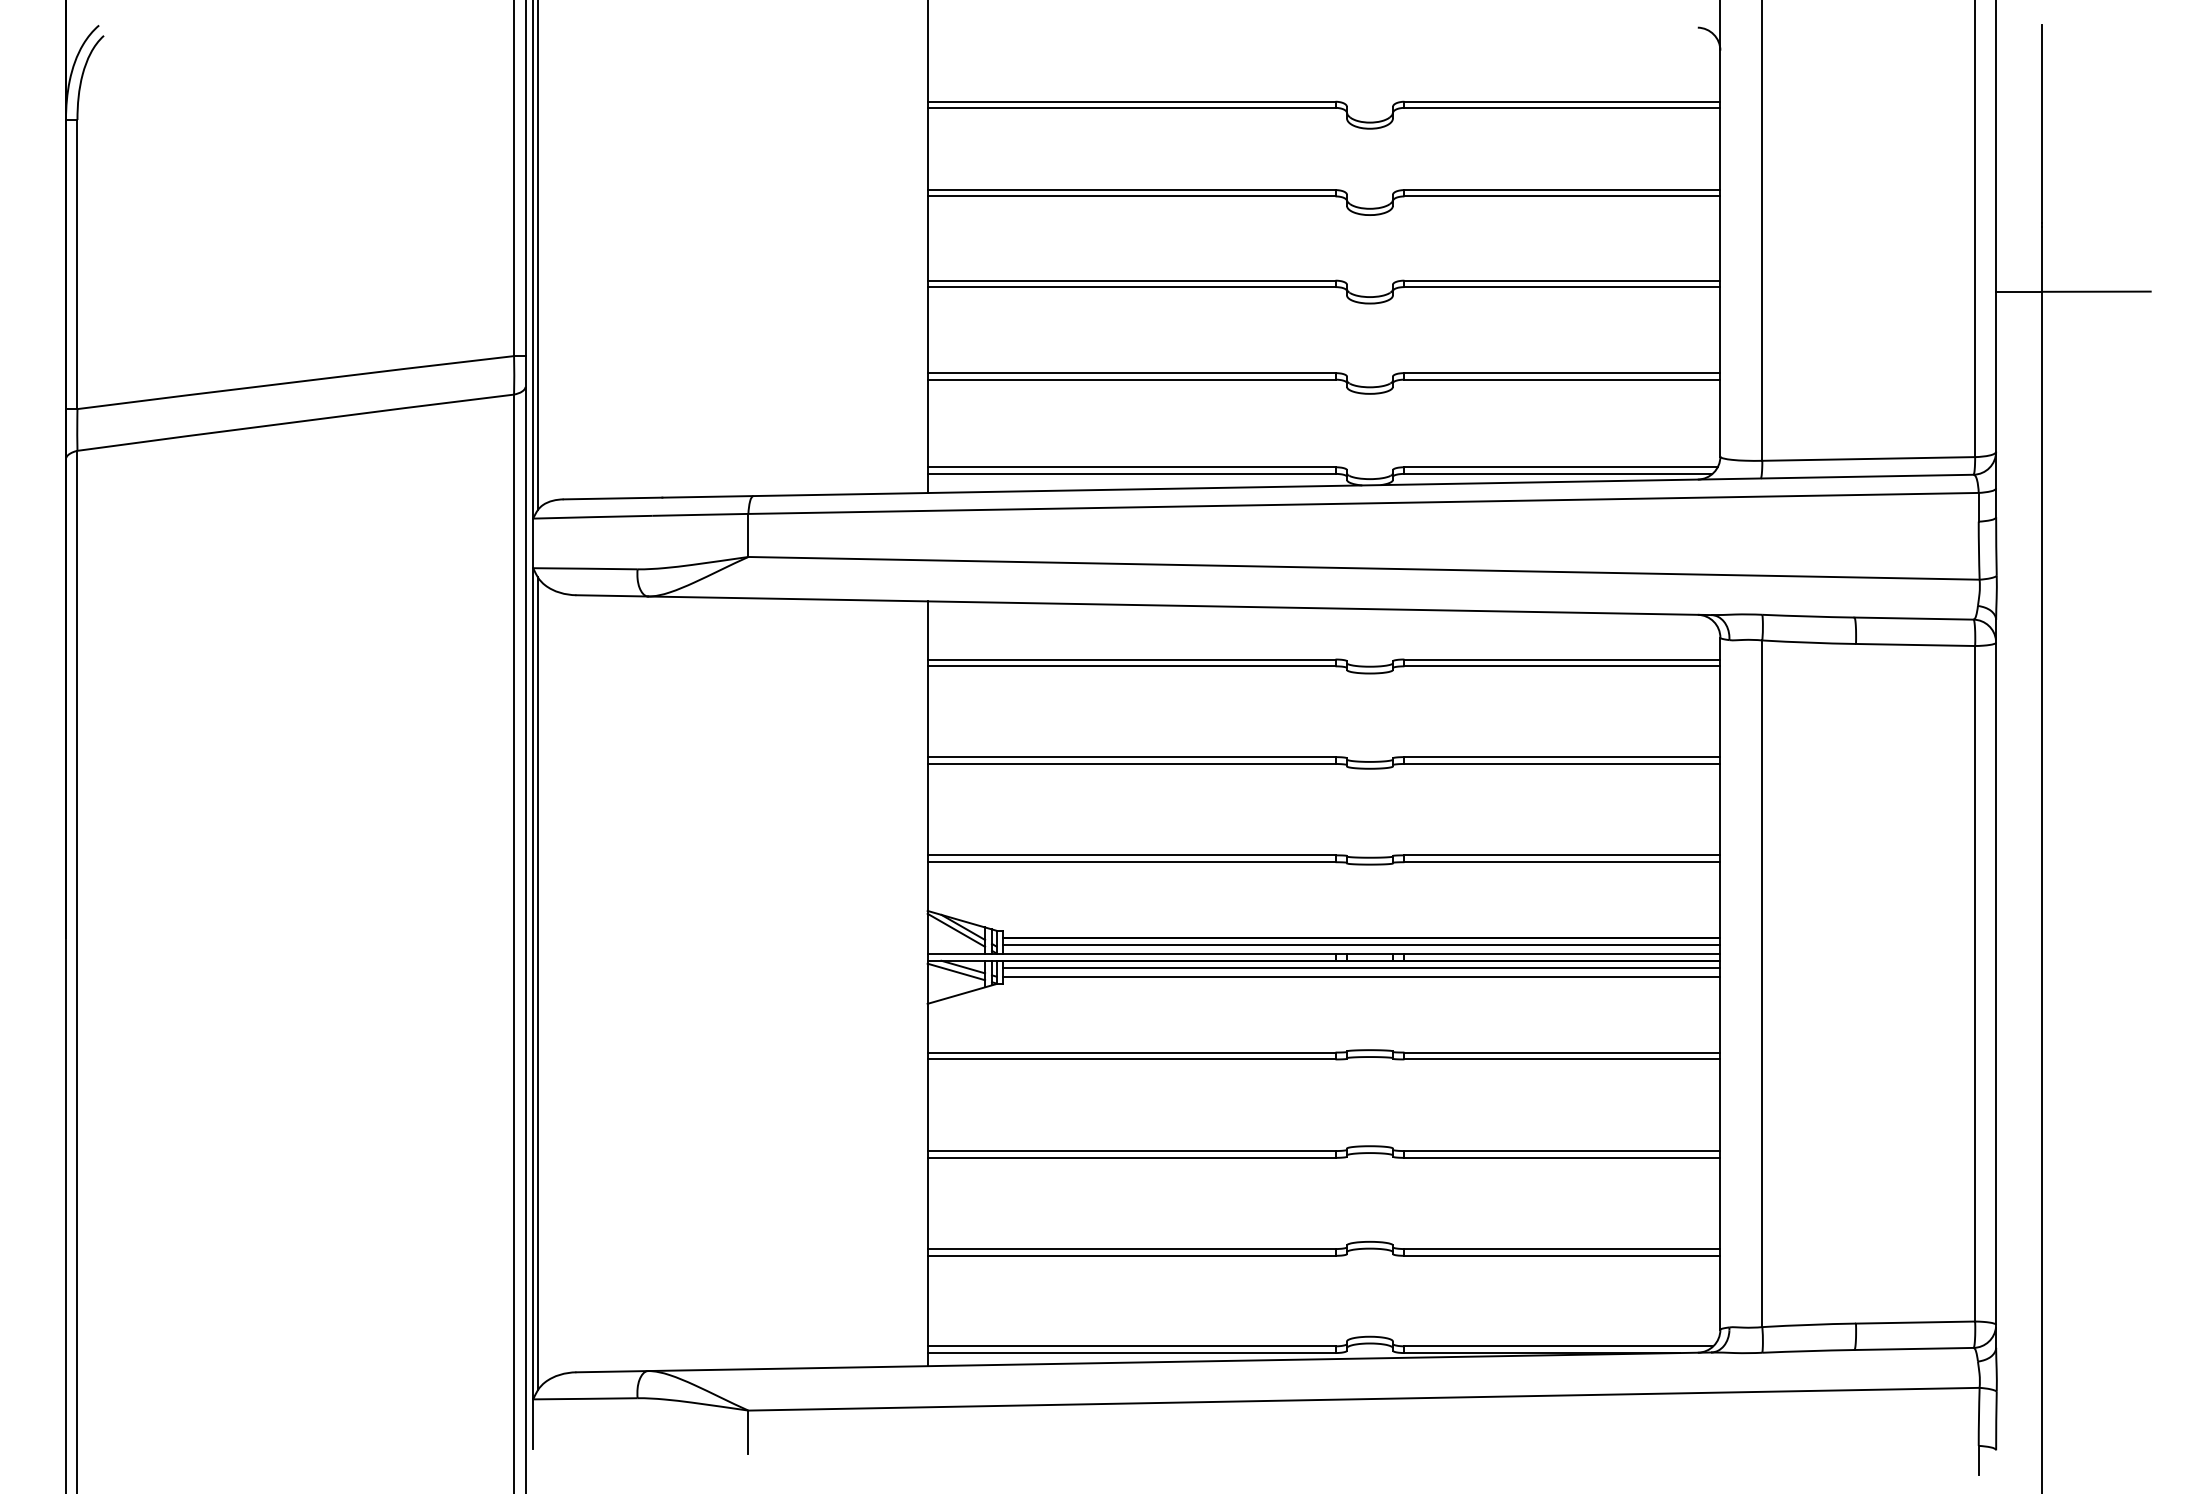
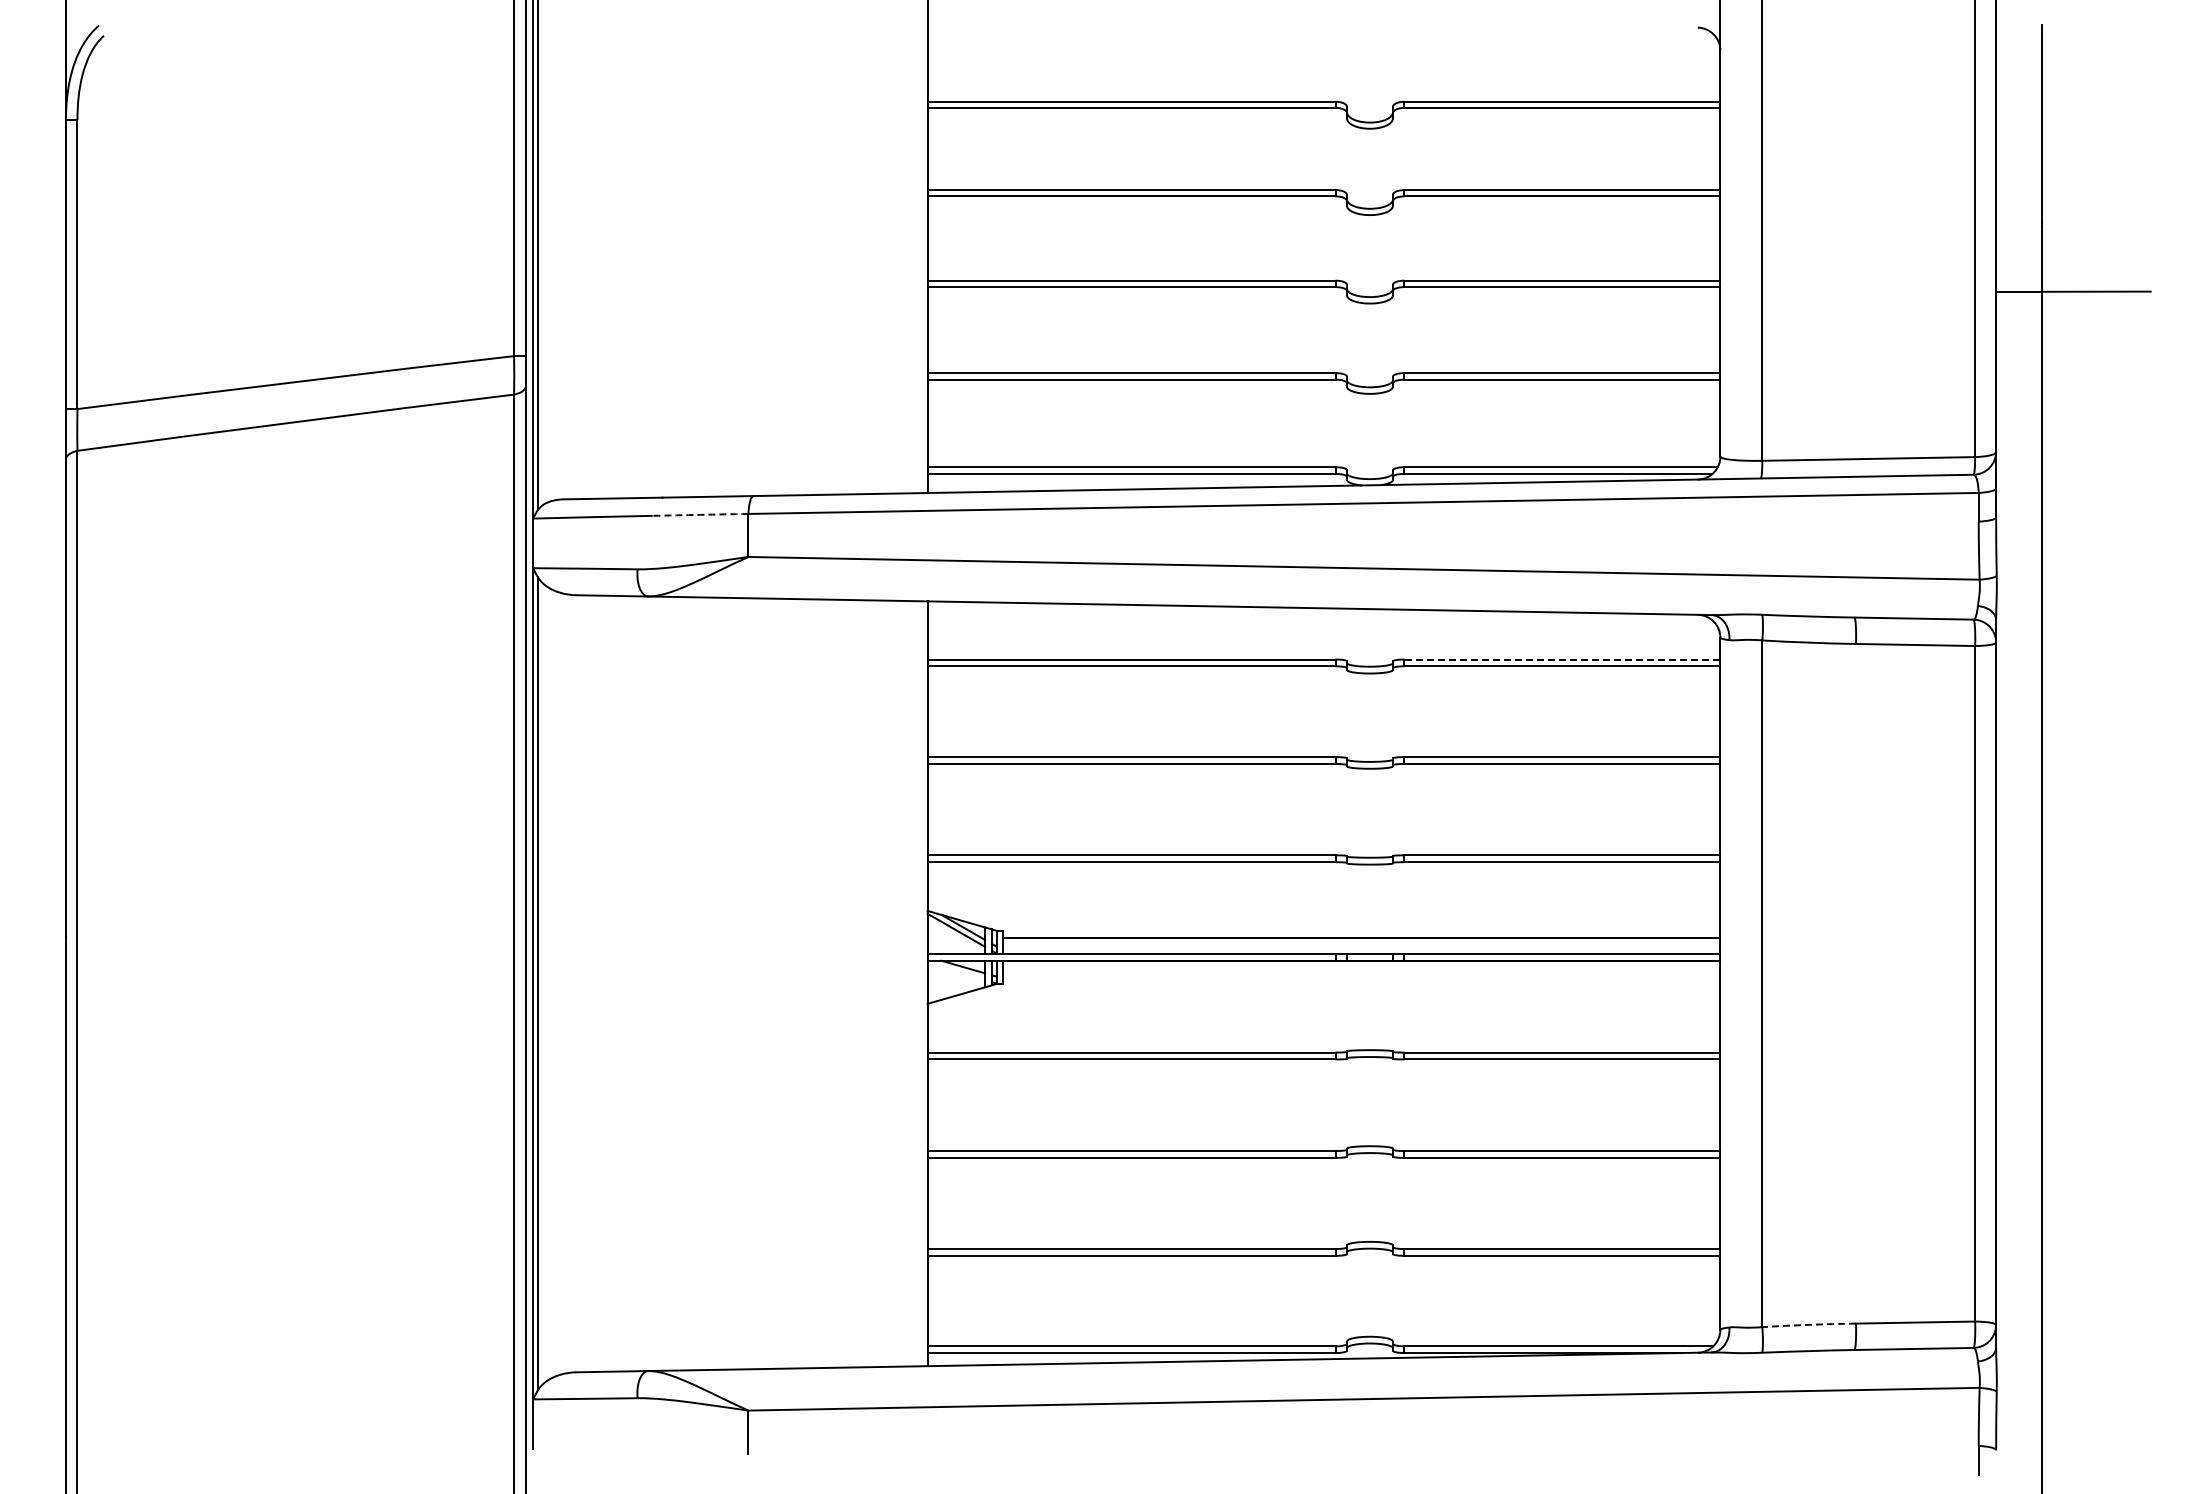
arc at (700, 514): solid -> dashed
line at (1562, 659): solid -> dashed
line at (1361, 944): present -> none
line at (1361, 967): present -> none
line at (956, 971): present -> none
line at (1361, 976): present -> none
arc at (1809, 1324): solid -> dashed
